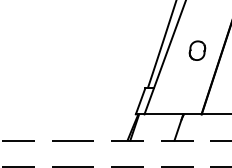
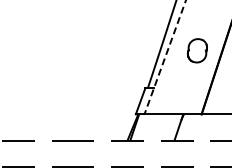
part at (197, 50) size: 19x21 px -> 22x26 px
line at (164, 58): solid -> dashed
